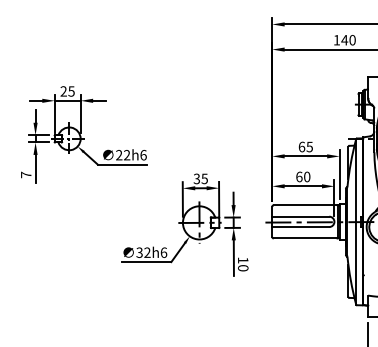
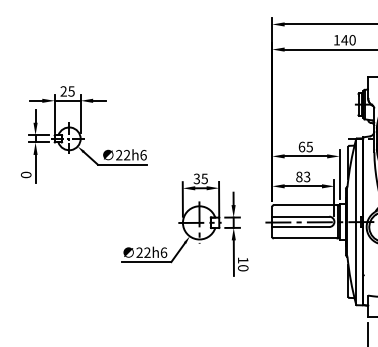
text at (26, 174): 7 -> 0
text at (303, 176): 60 -> 83
text at (139, 252): 32h6 -> 22h6
